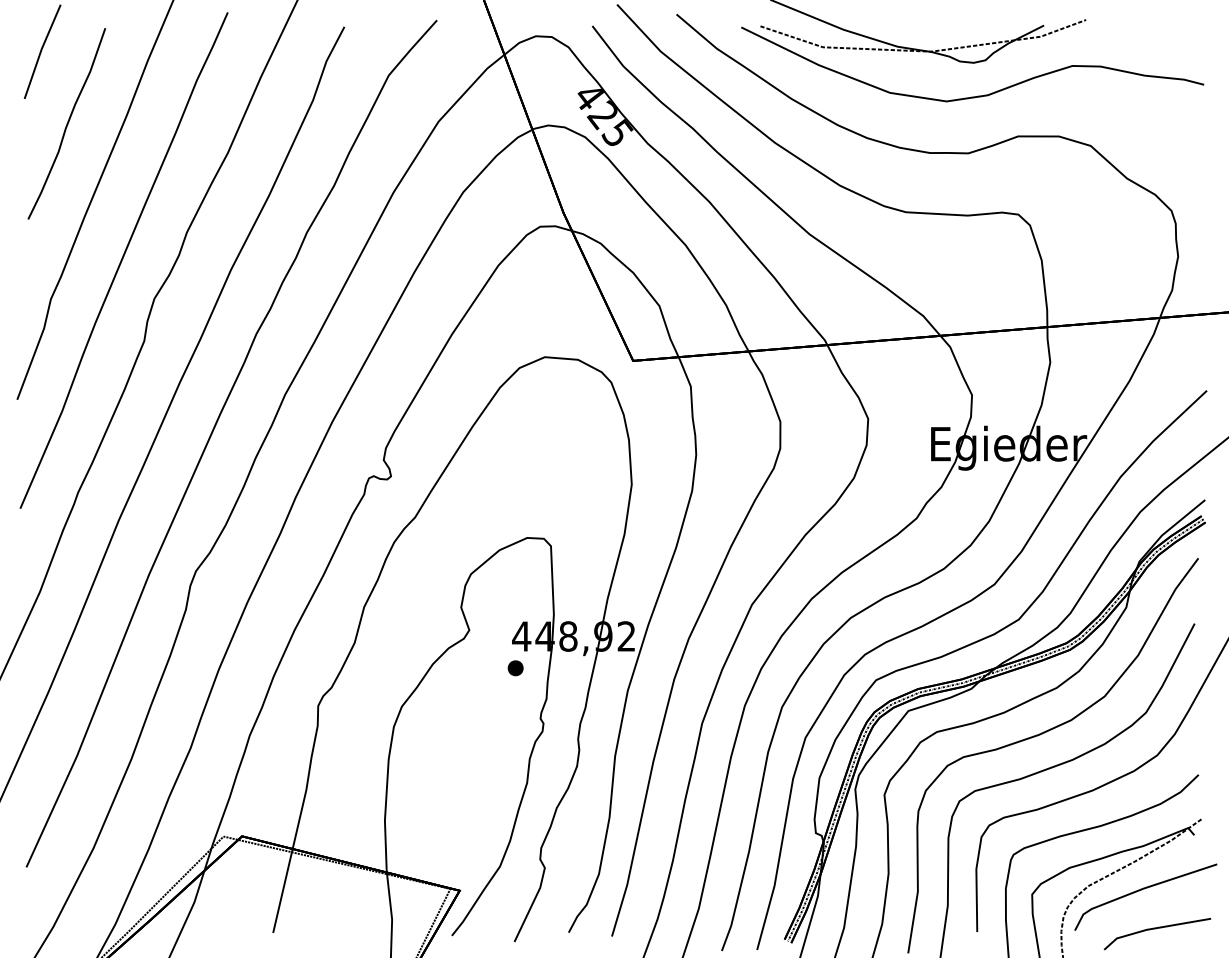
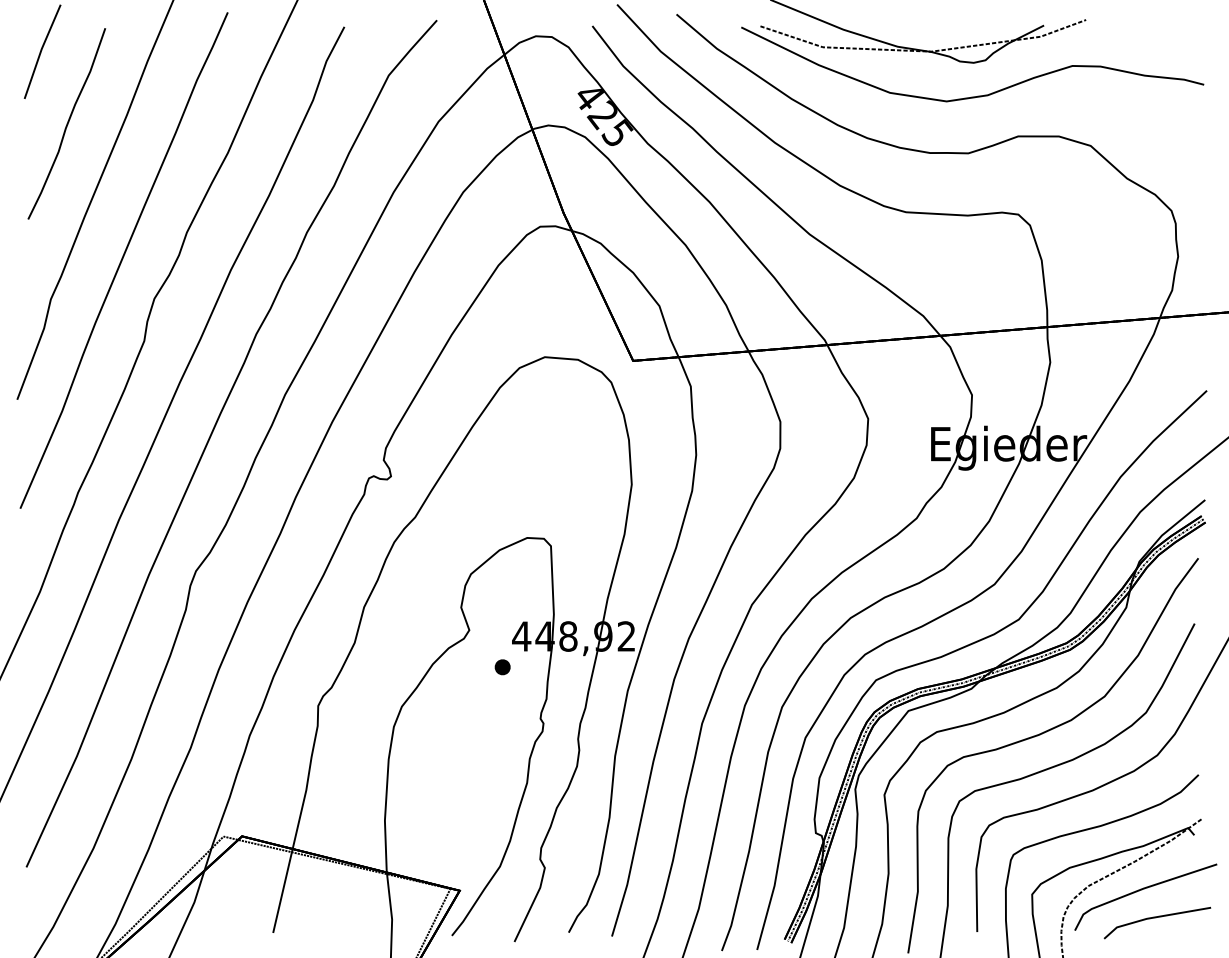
part at (515, 668) position: (515, 668) -> (502, 667)
part at (1157, 933) position: (1157, 933) -> (1157, 922)
